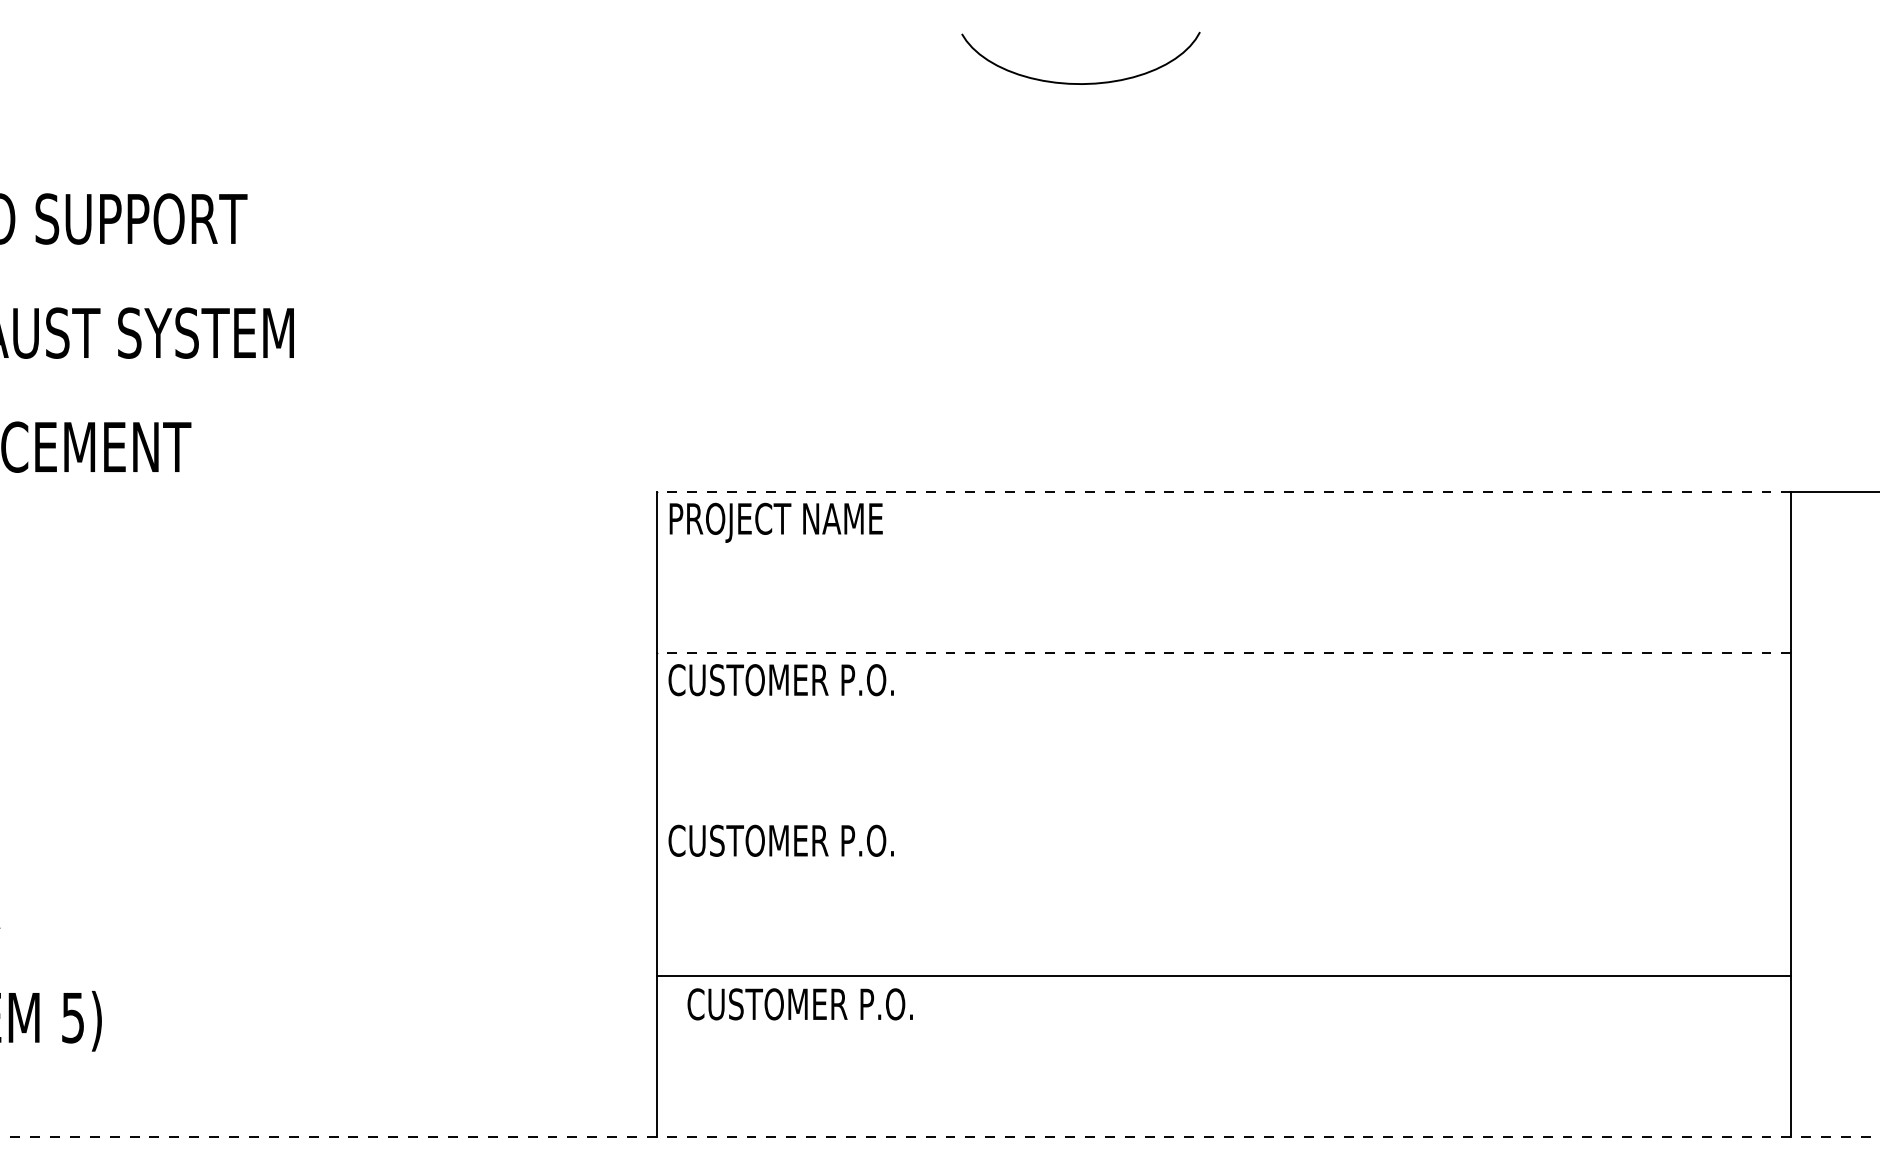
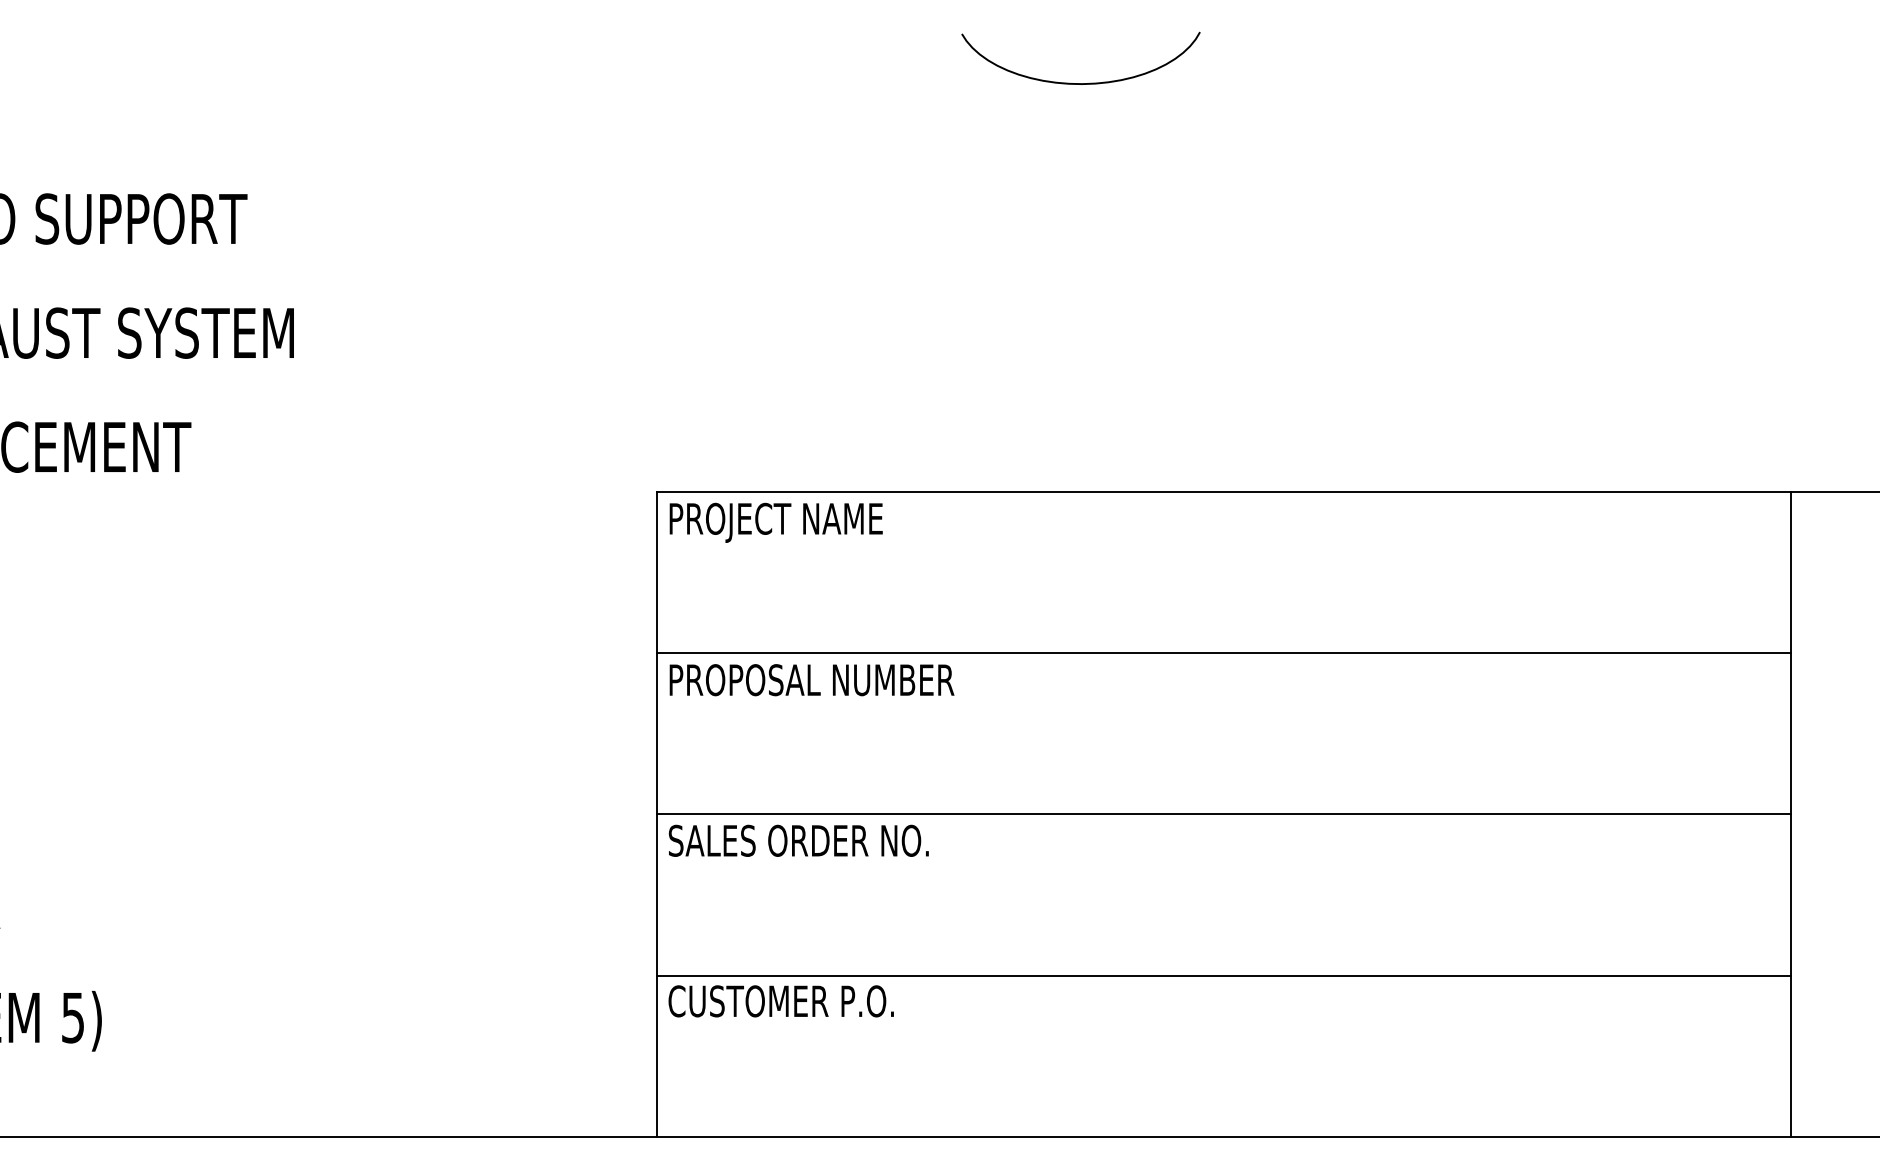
line at (1223, 492): dashed -> solid
line at (1223, 653): dashed -> solid
text at (811, 680): CUSTOMER P.O. -> PROPOSAL NUMBER
line at (1223, 814): none -> present
text at (798, 840): CUSTOMER P.O. -> SALES ORDER NO.
text at (799, 1004) position: (799, 1004) -> (780, 1001)
line at (939, 1136): dashed -> solid
